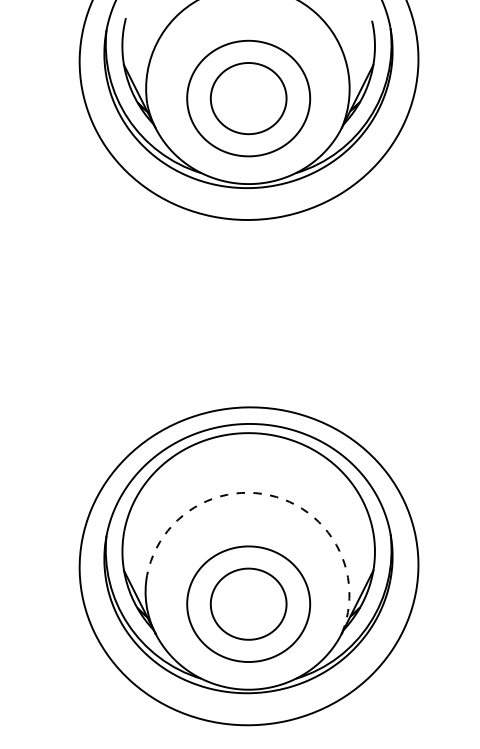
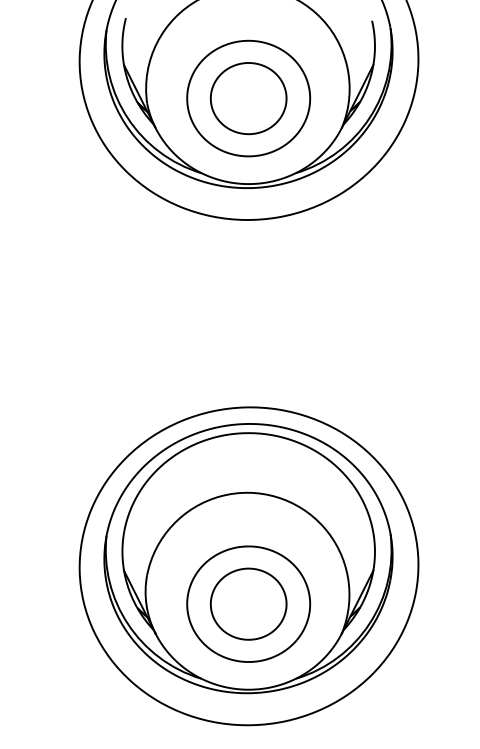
arc at (276, 497): dashed -> solid
